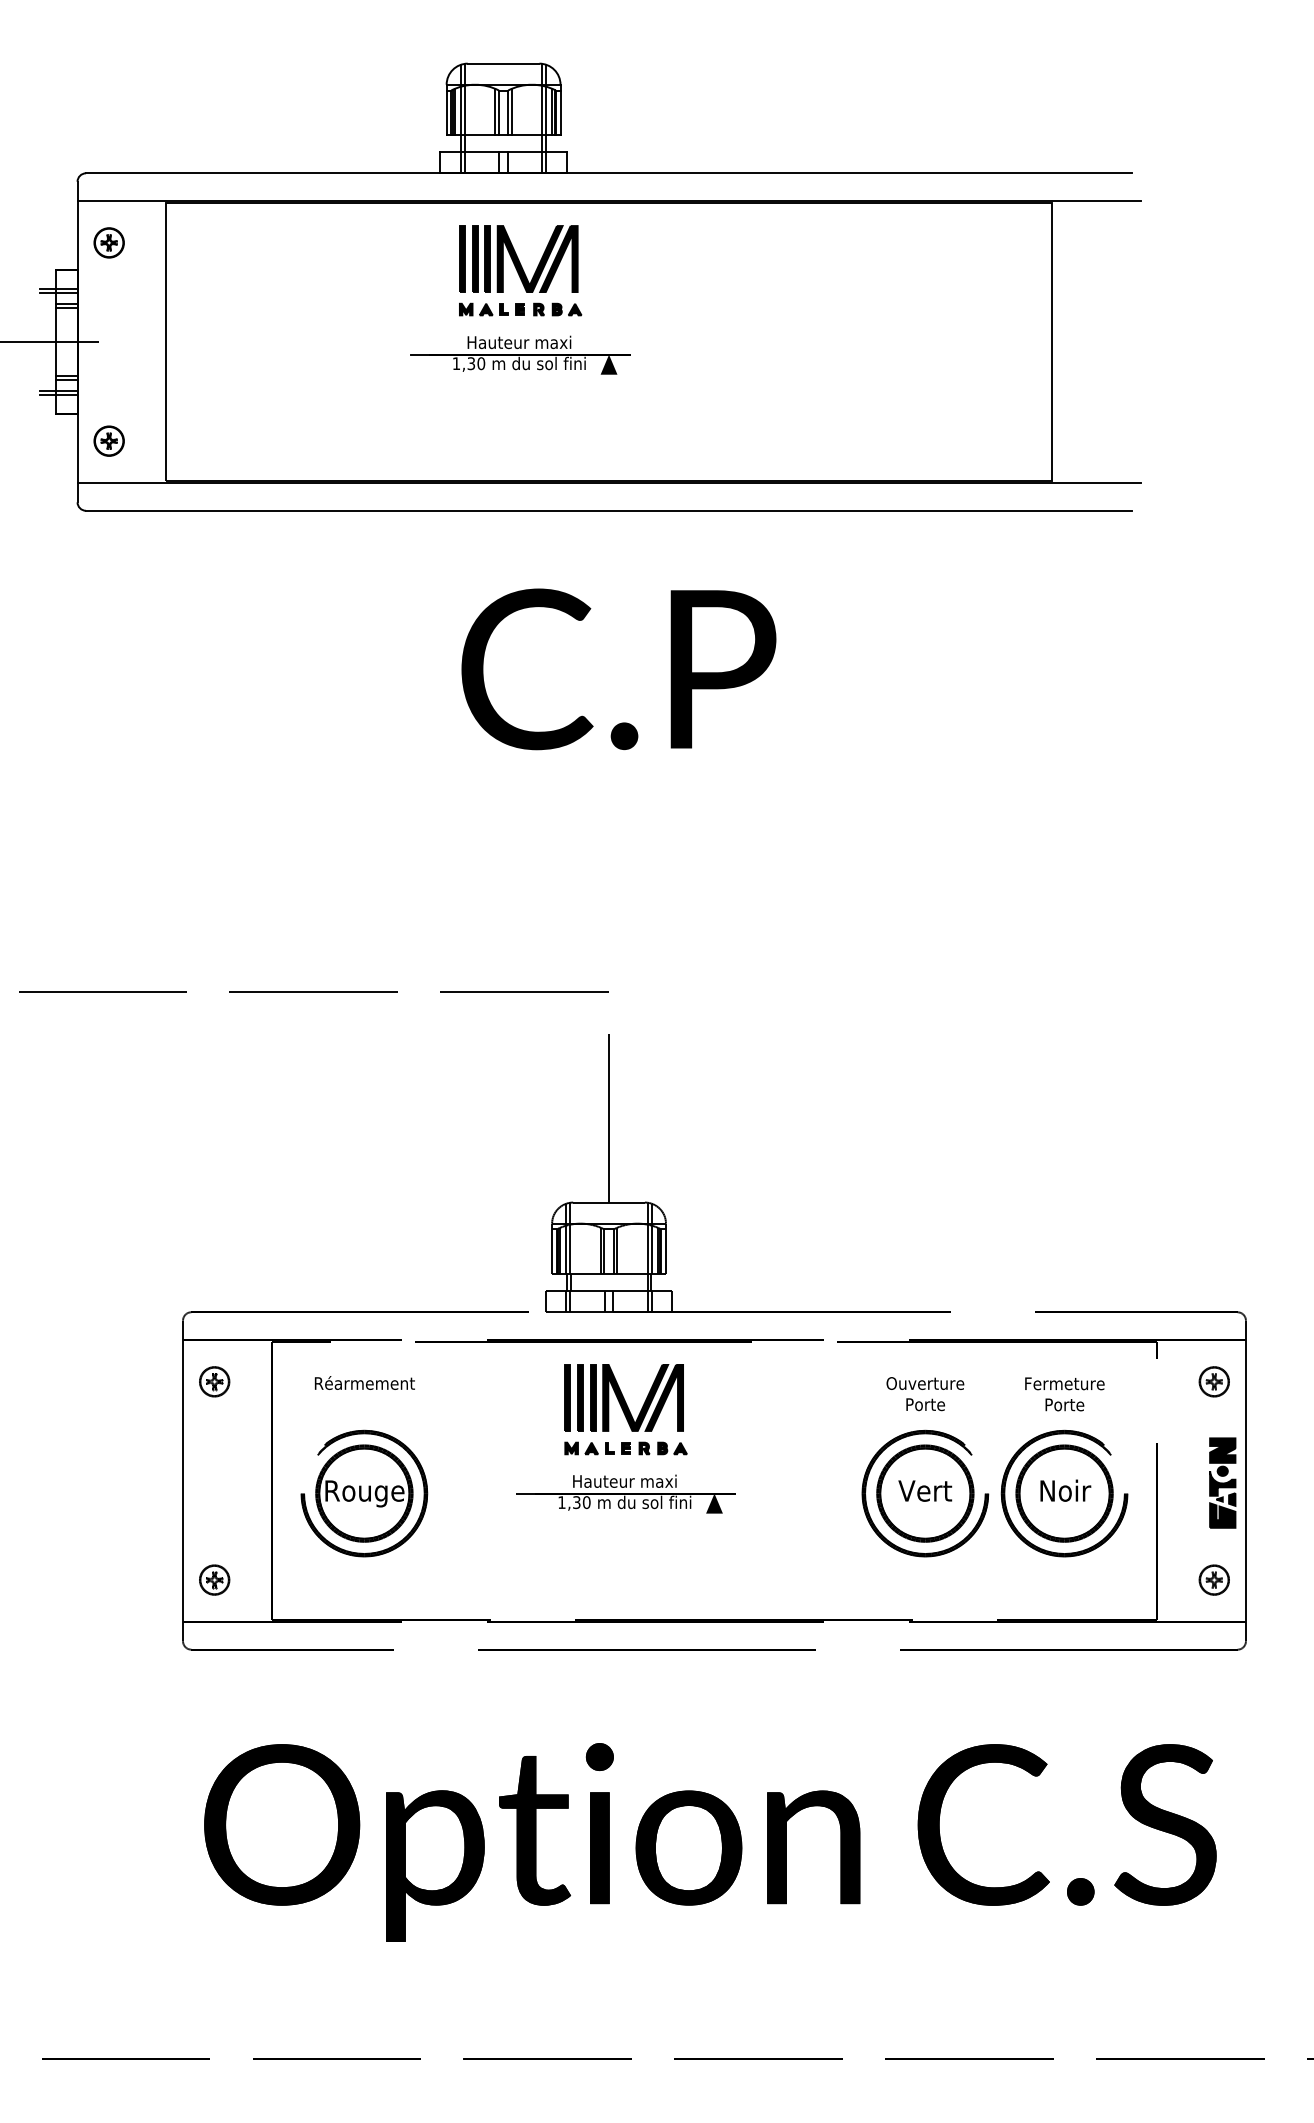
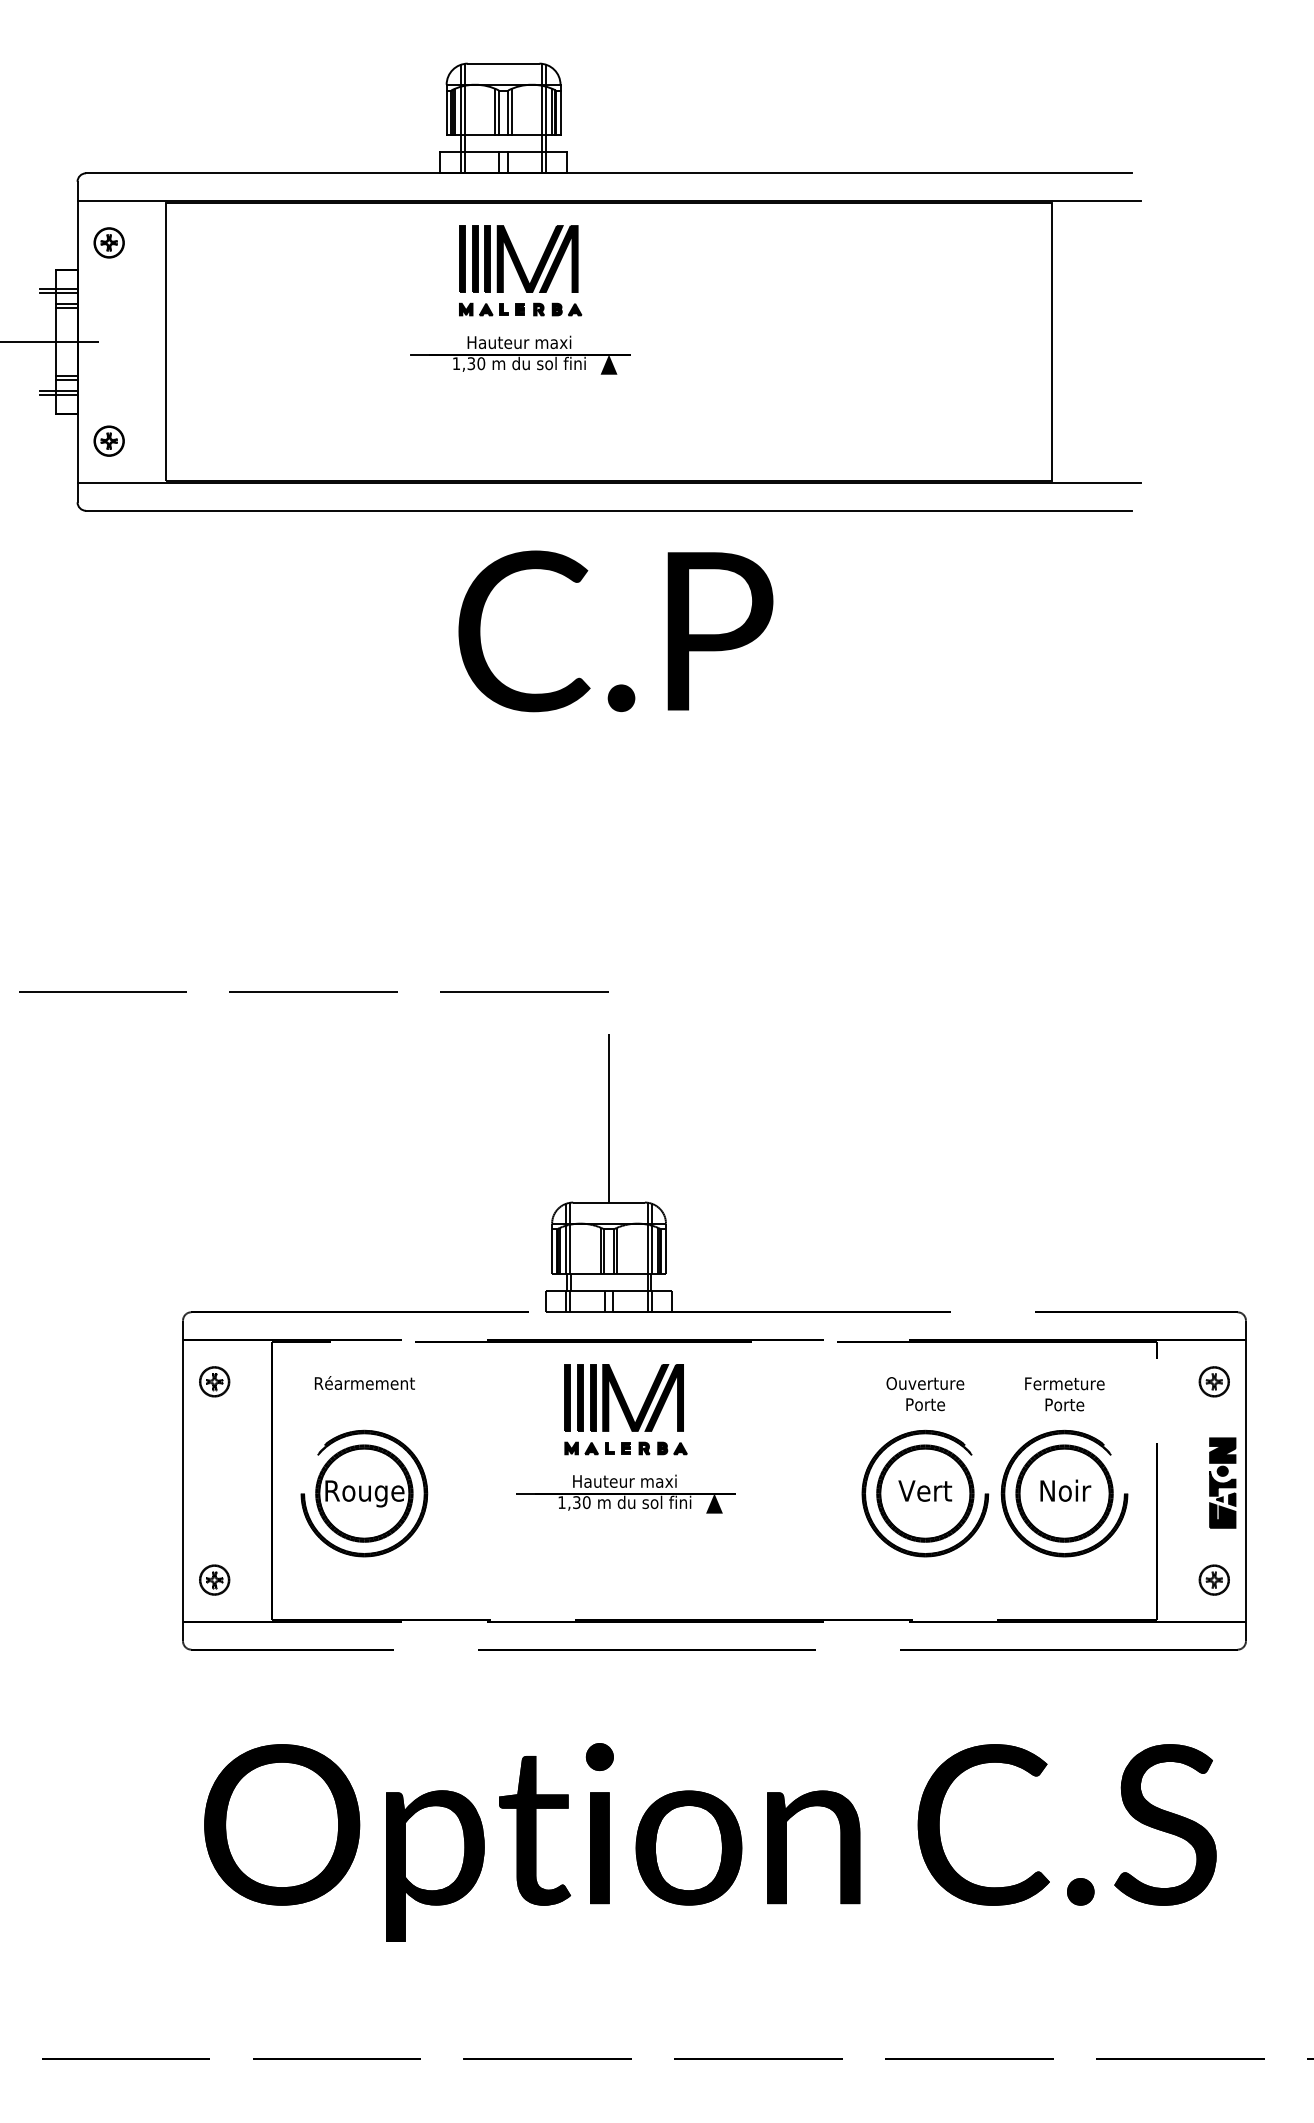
text at (618, 669) position: (618, 669) -> (615, 631)
